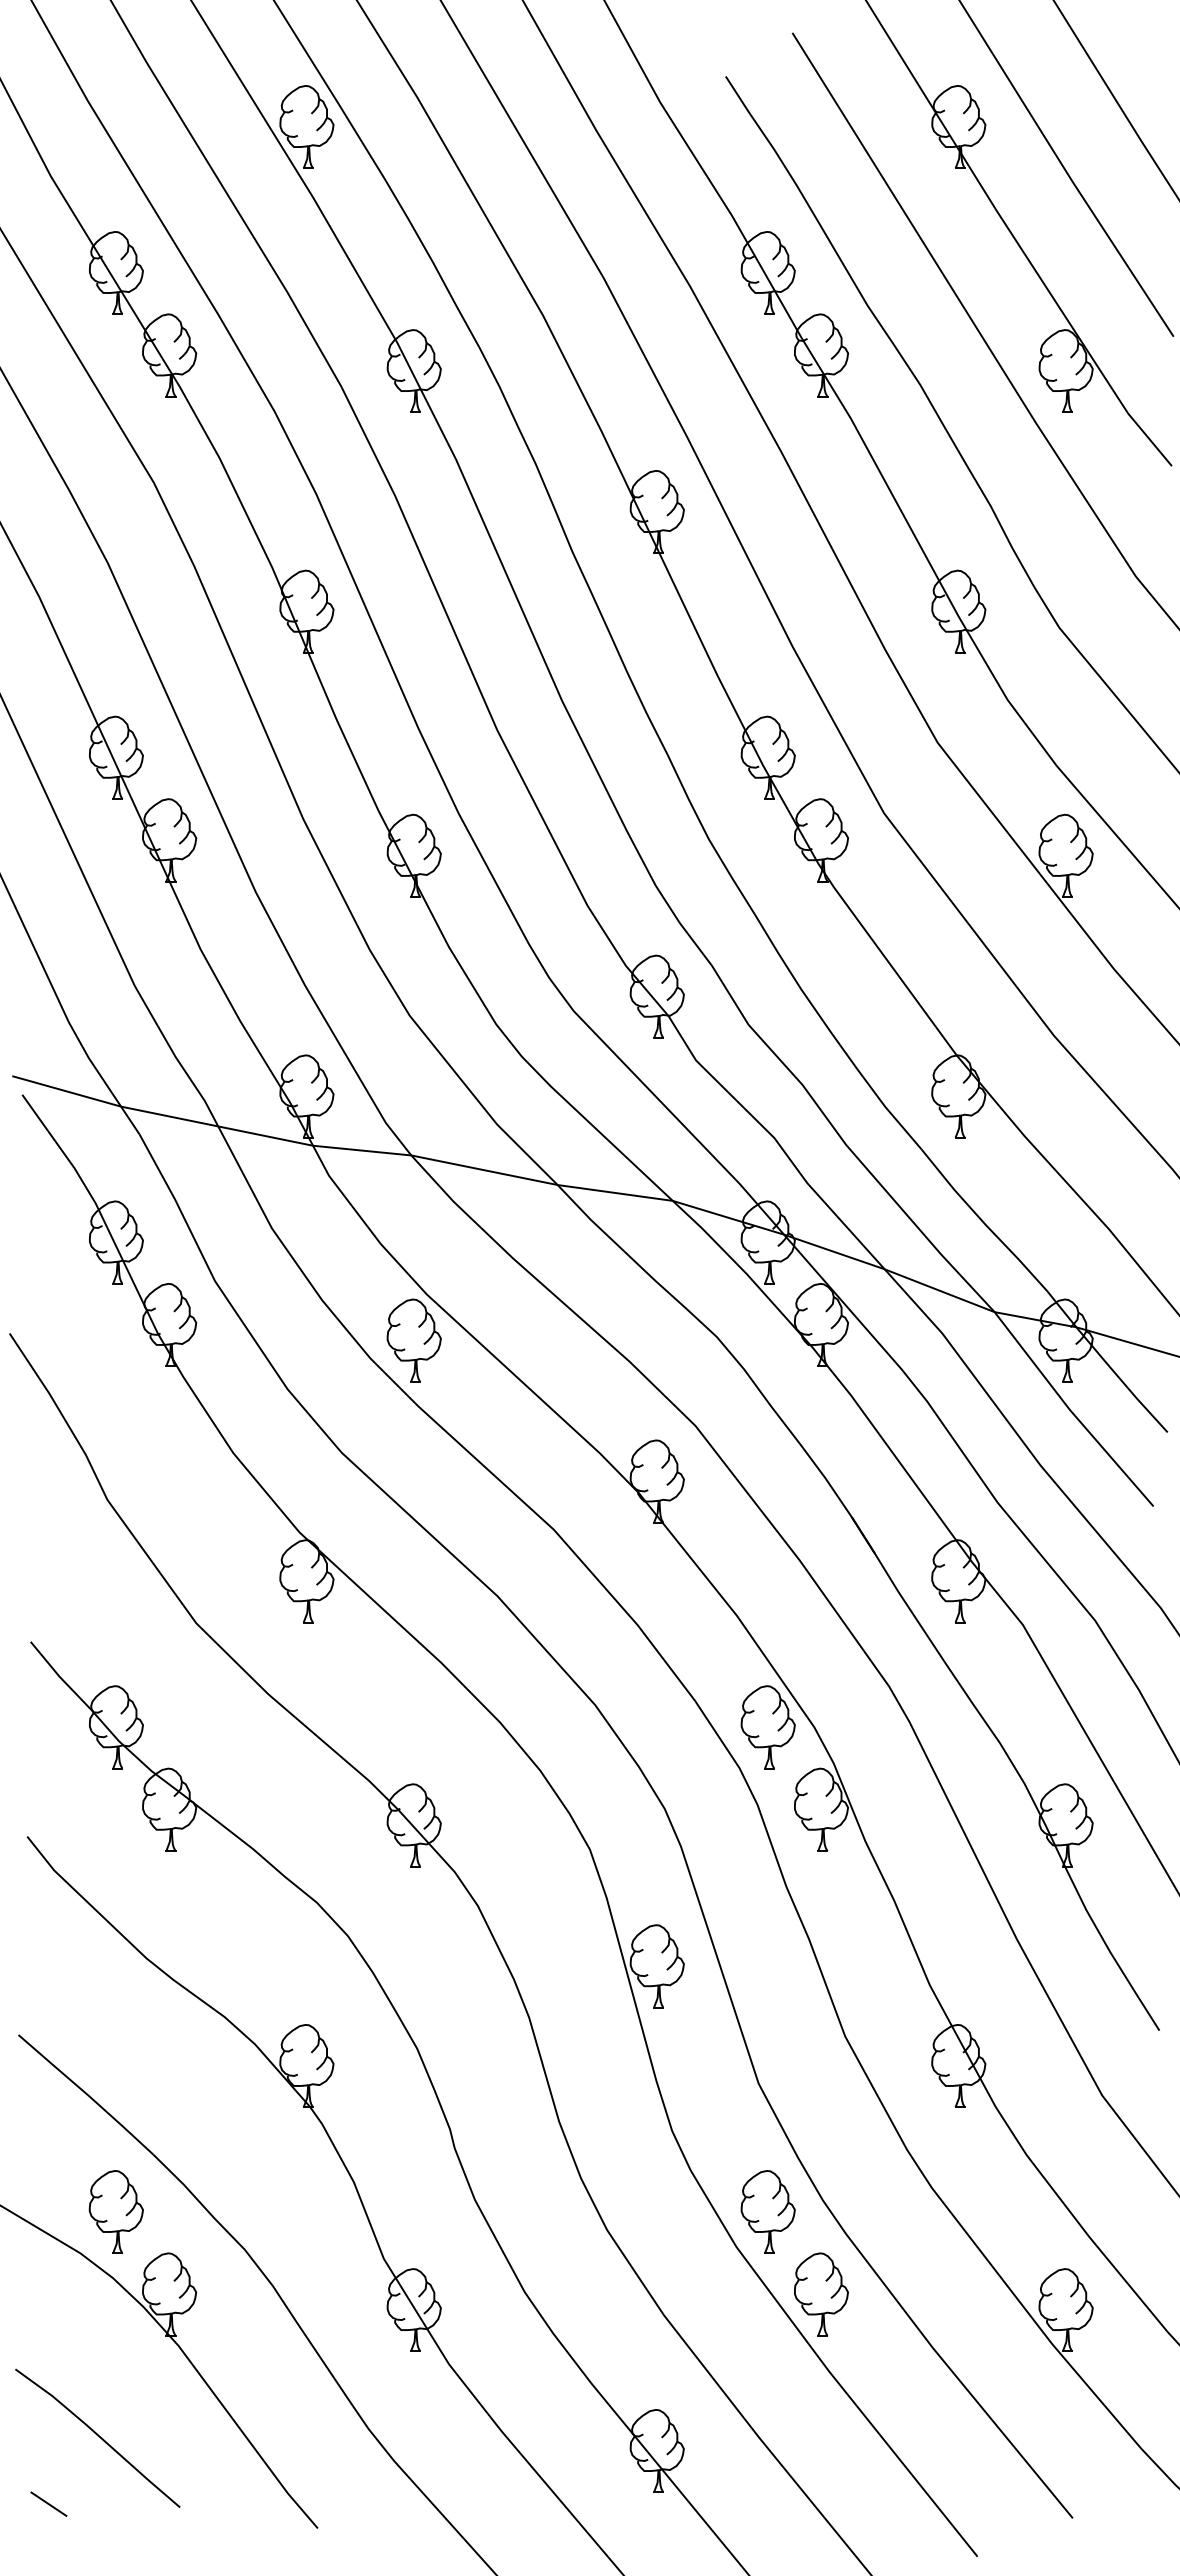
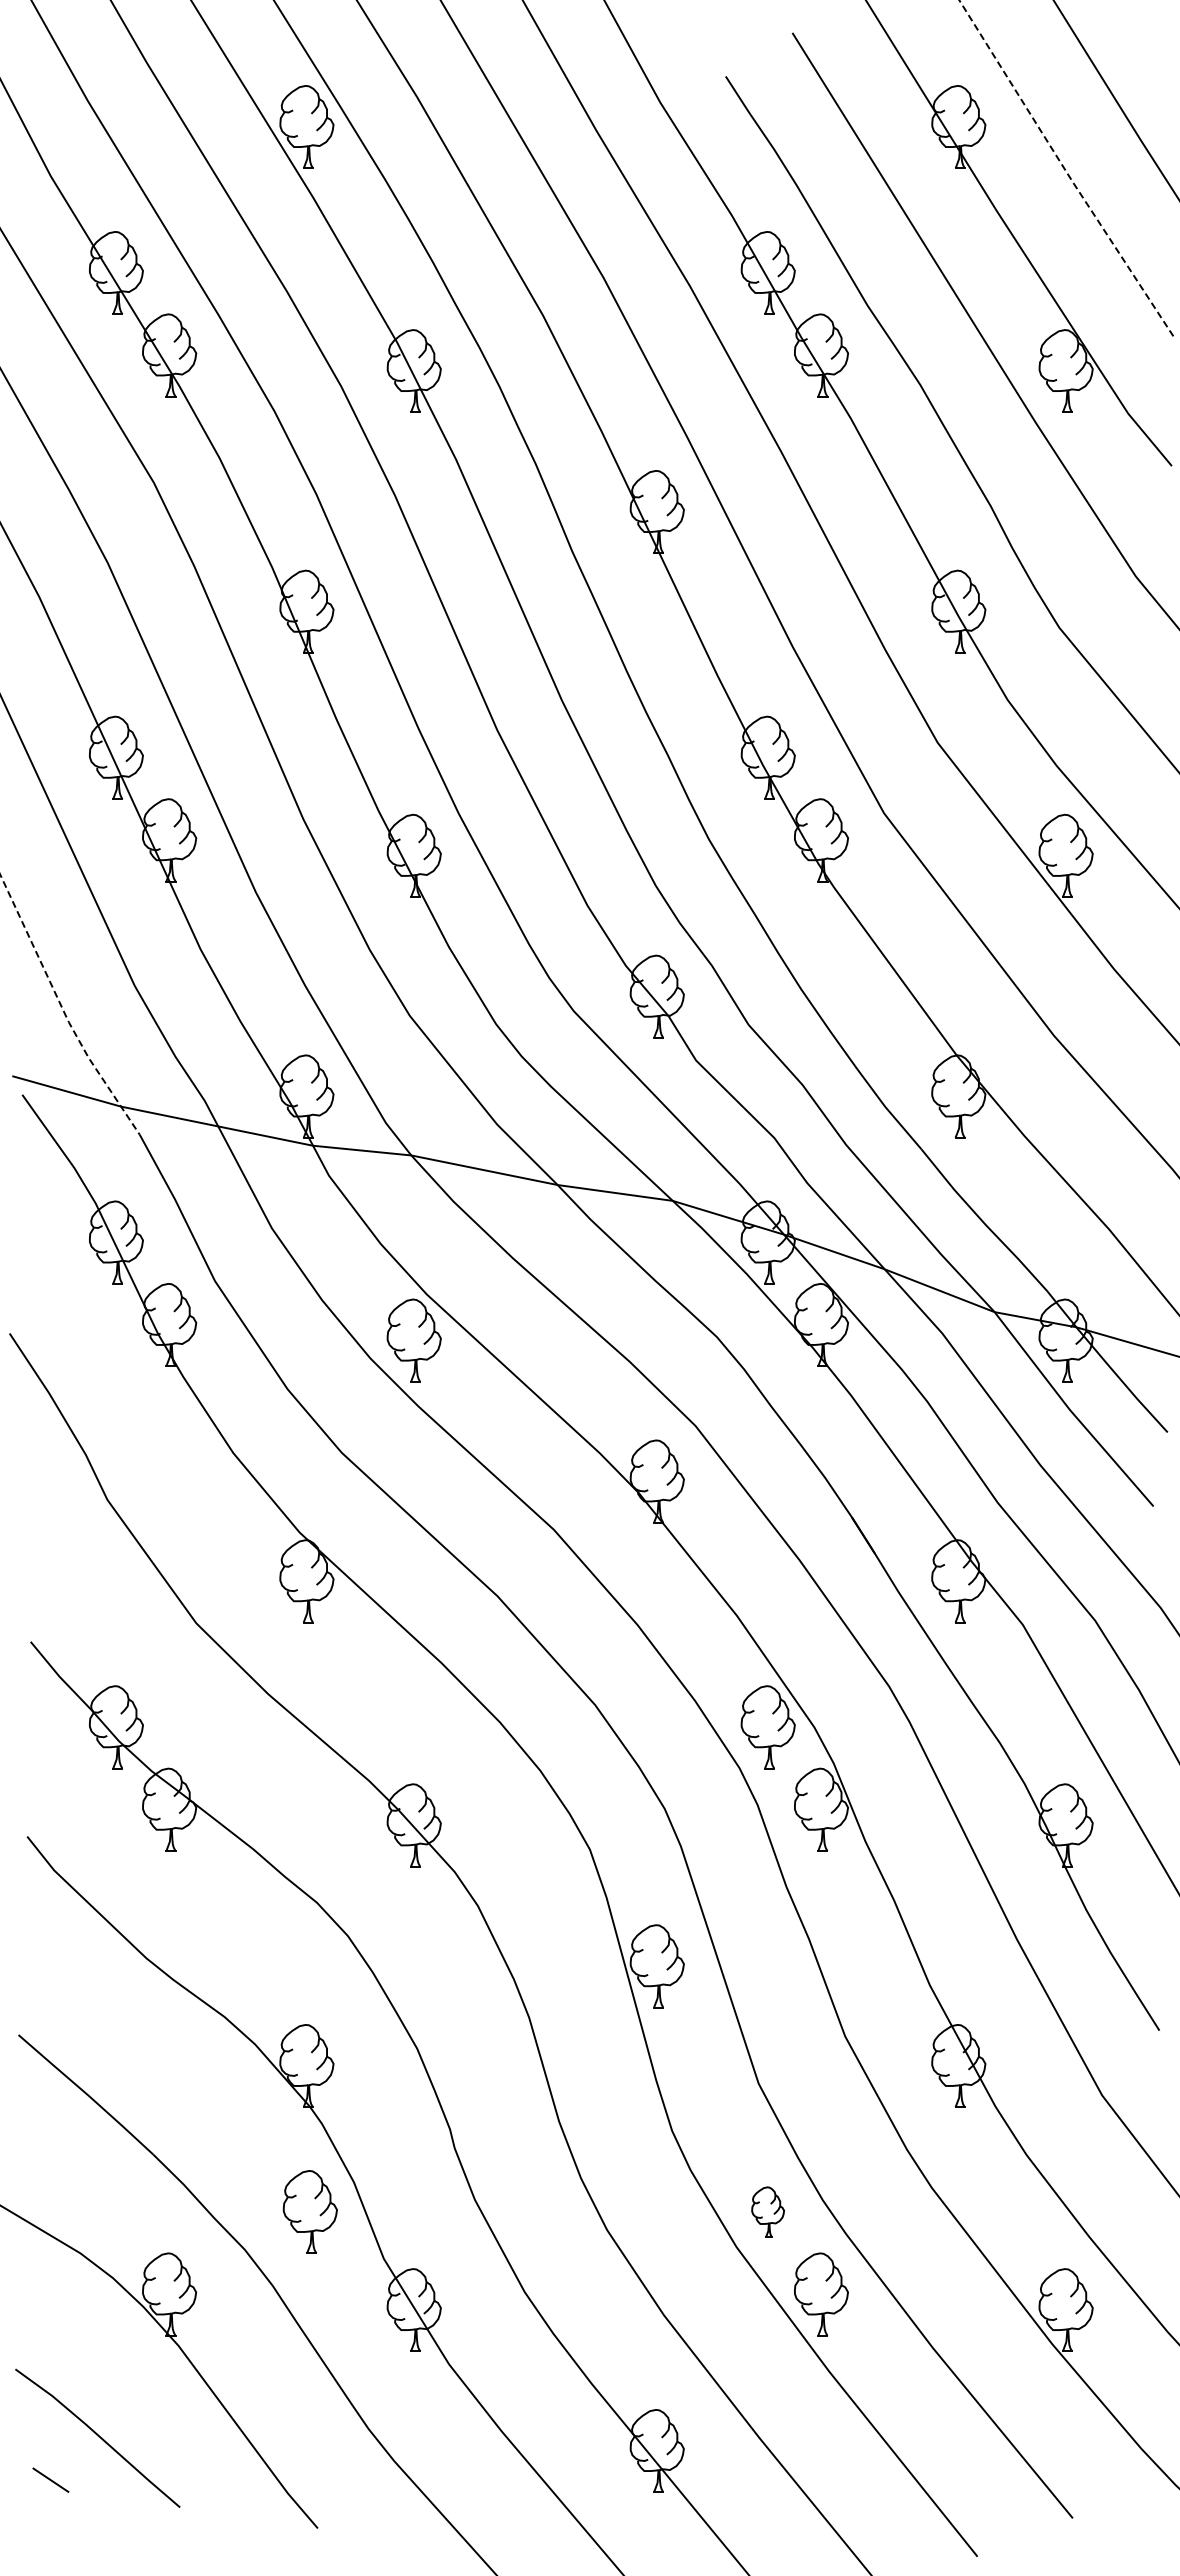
line at (1065, 170): solid -> dashed
line at (63, 1010): solid -> dashed
part at (115, 2211) position: (115, 2211) -> (309, 2211)
part at (767, 2211) size: 56x84 px -> 34x52 px
line at (48, 2503) position: (48, 2503) -> (50, 2479)
